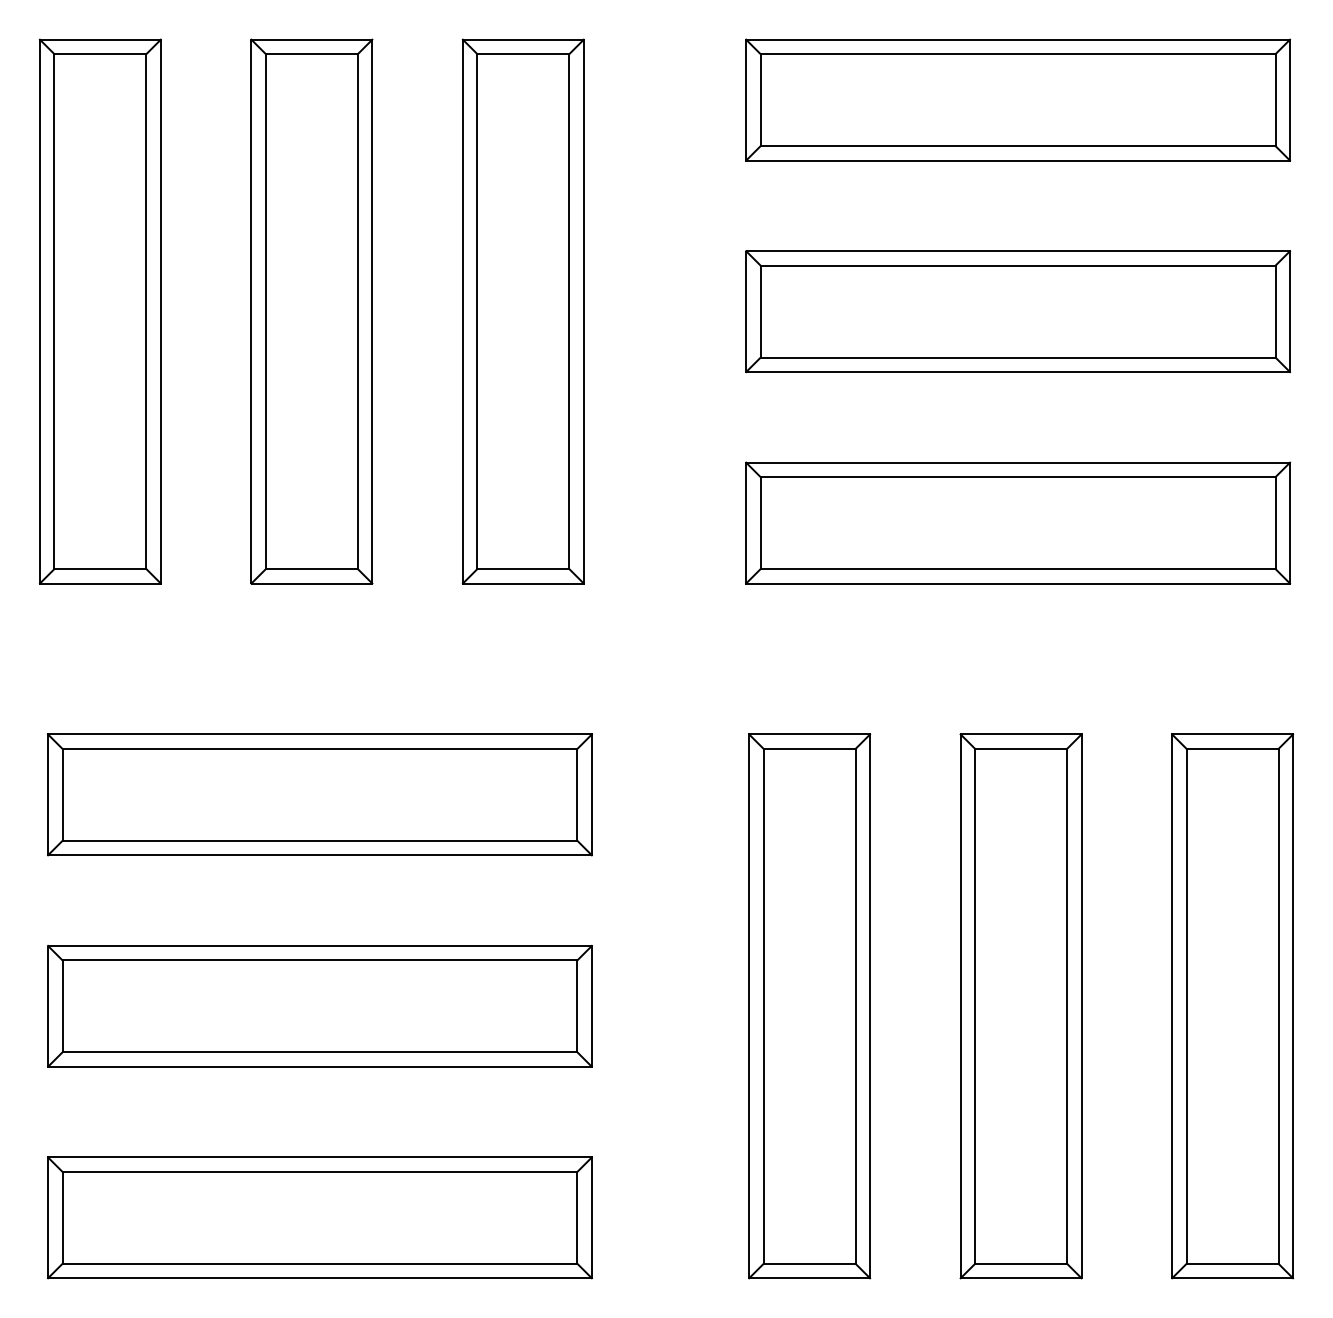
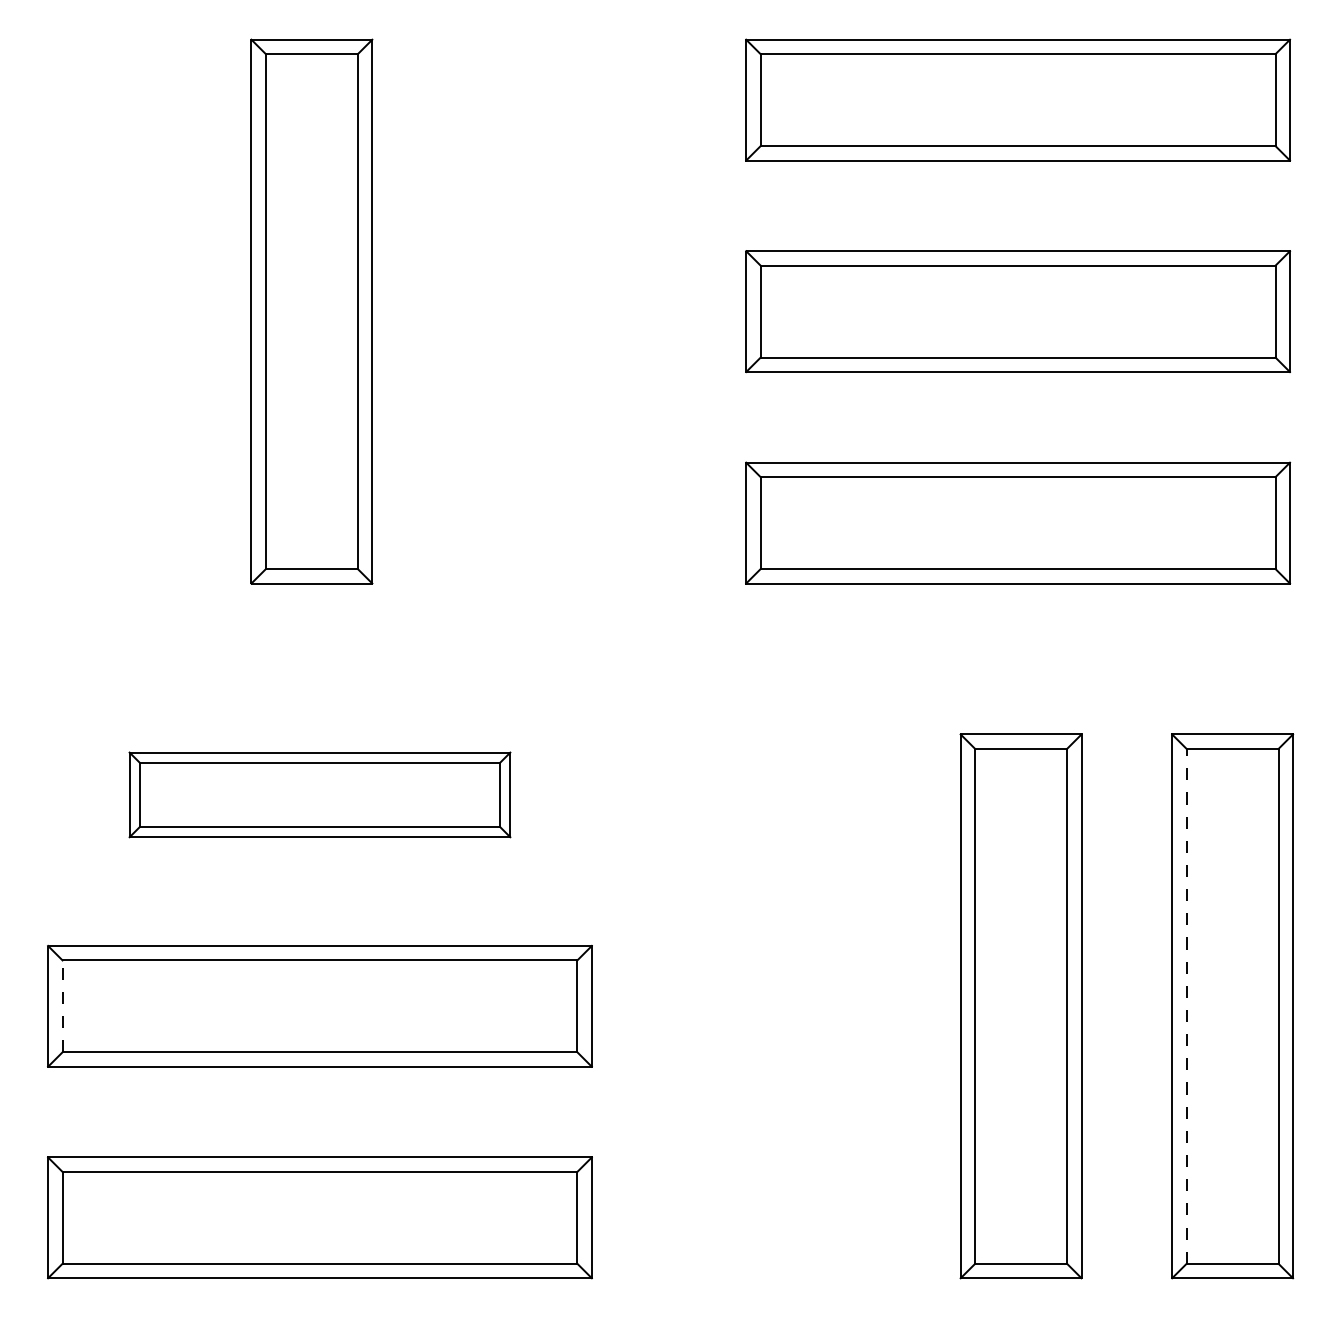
part at (99, 311): present -> none
part at (522, 311): present -> none
part at (319, 794) size: 546x124 px -> 384x88 px
line at (1186, 1005): solid -> dashed
line at (62, 1006): solid -> dashed
part at (809, 1006): present -> none
